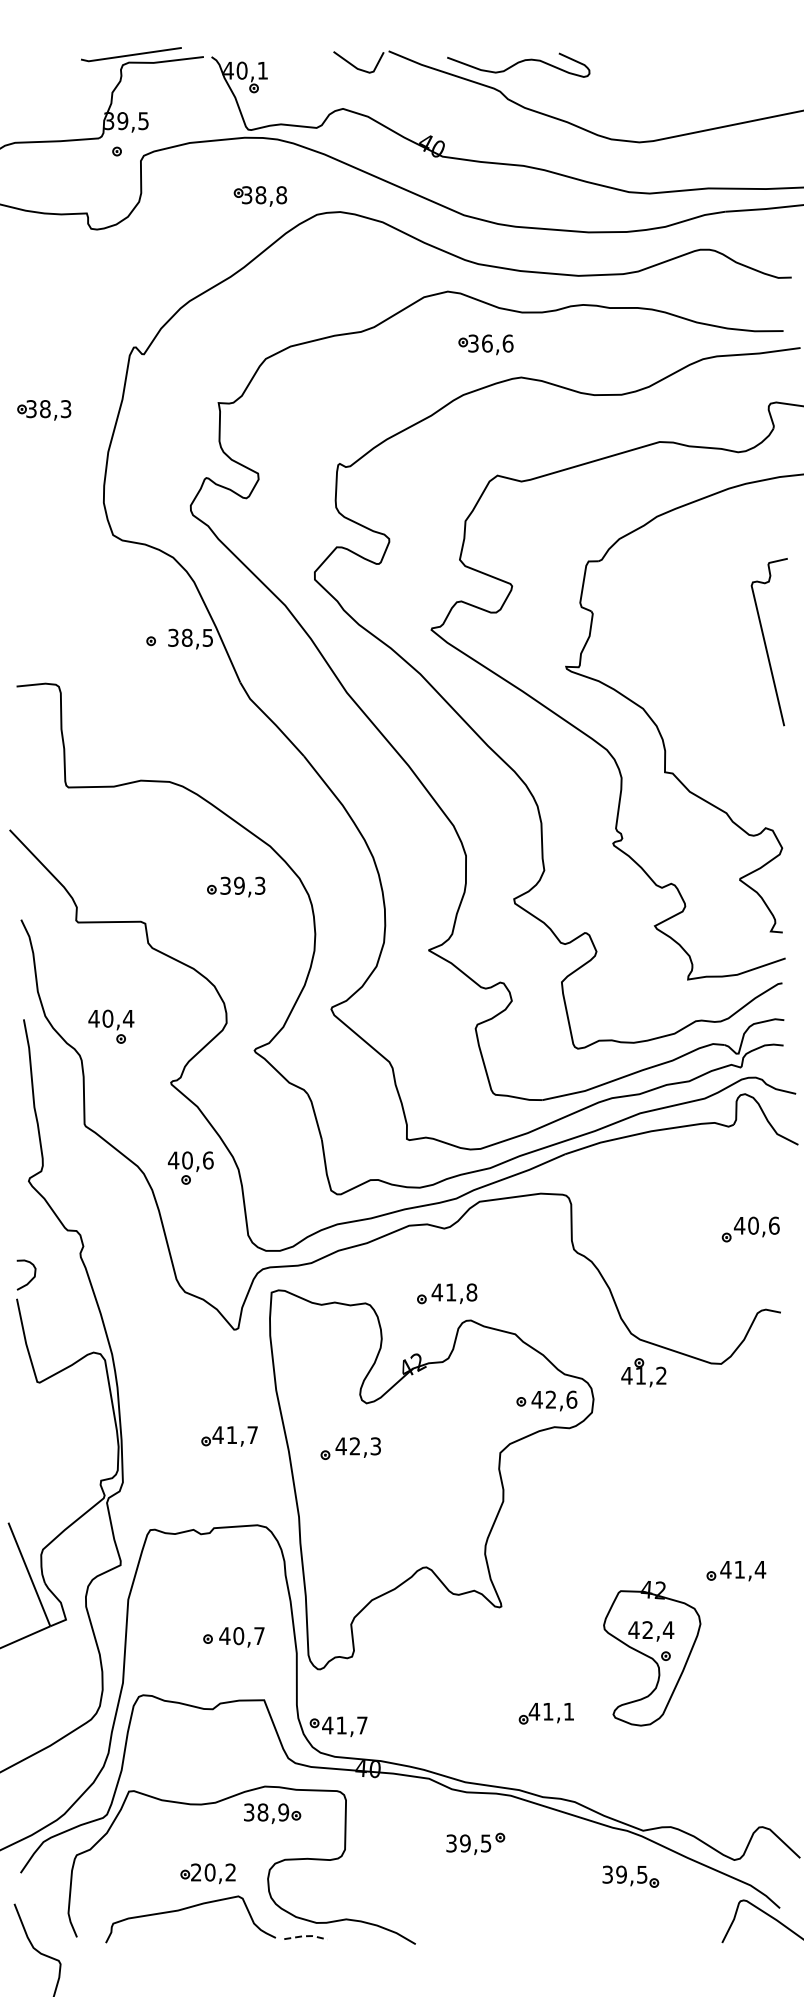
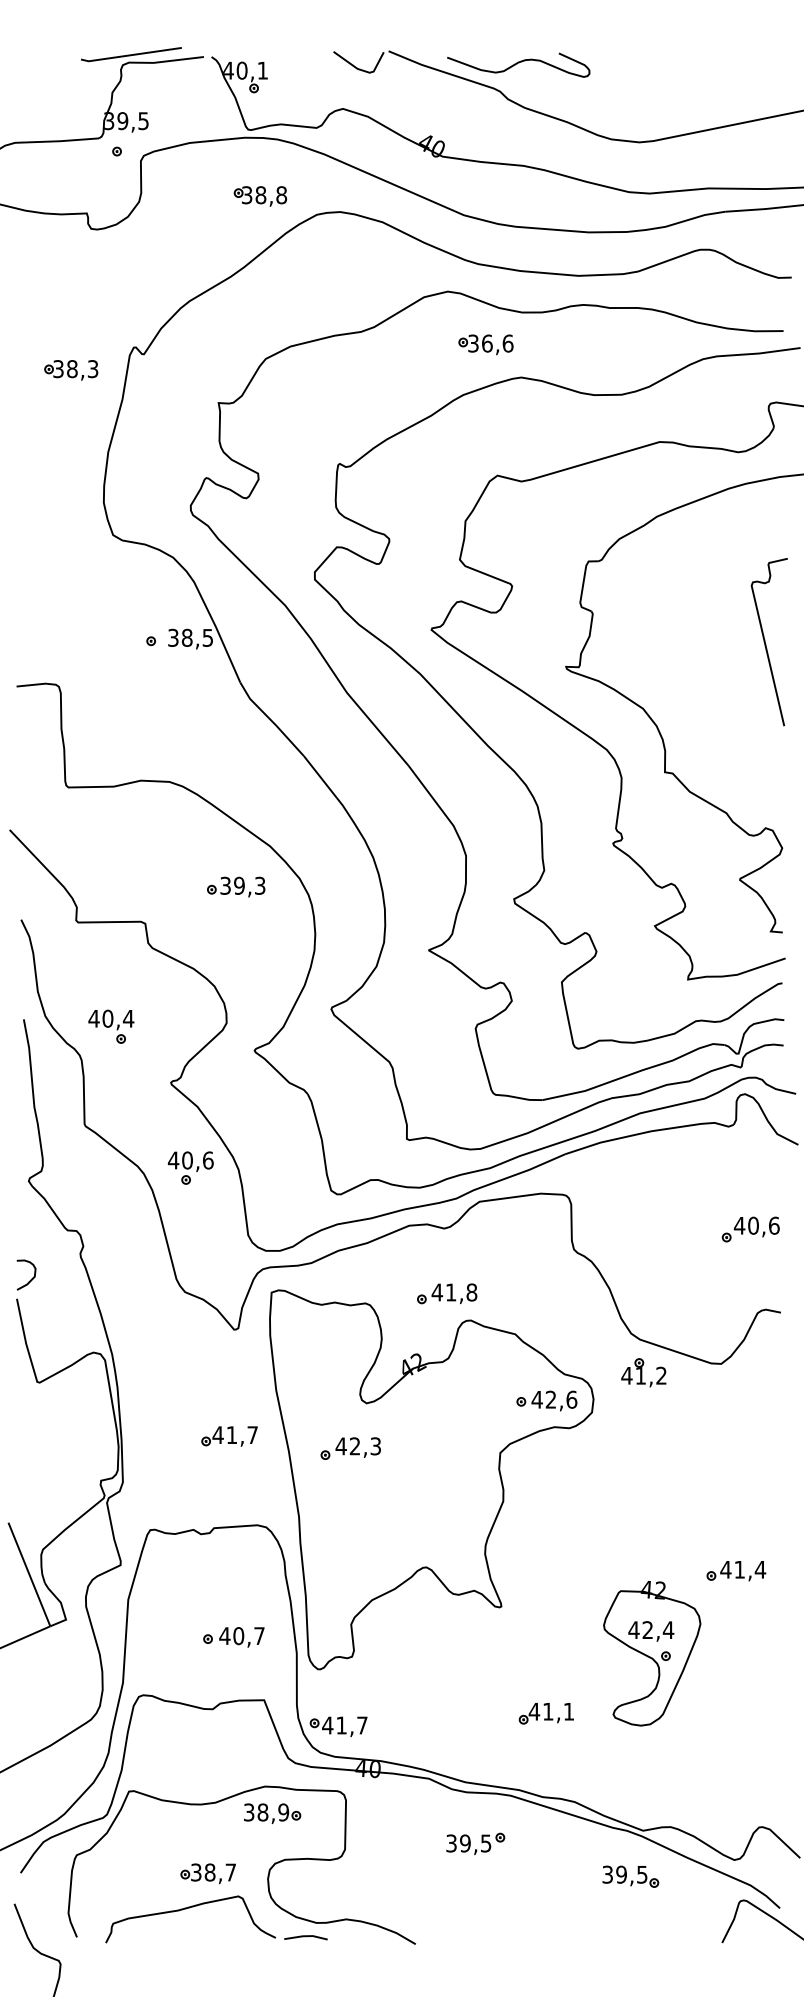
part at (44, 410) position: (44, 410) -> (71, 370)
text at (213, 1872): 20,2 -> 38,7
line at (306, 1936): dashed -> solid
